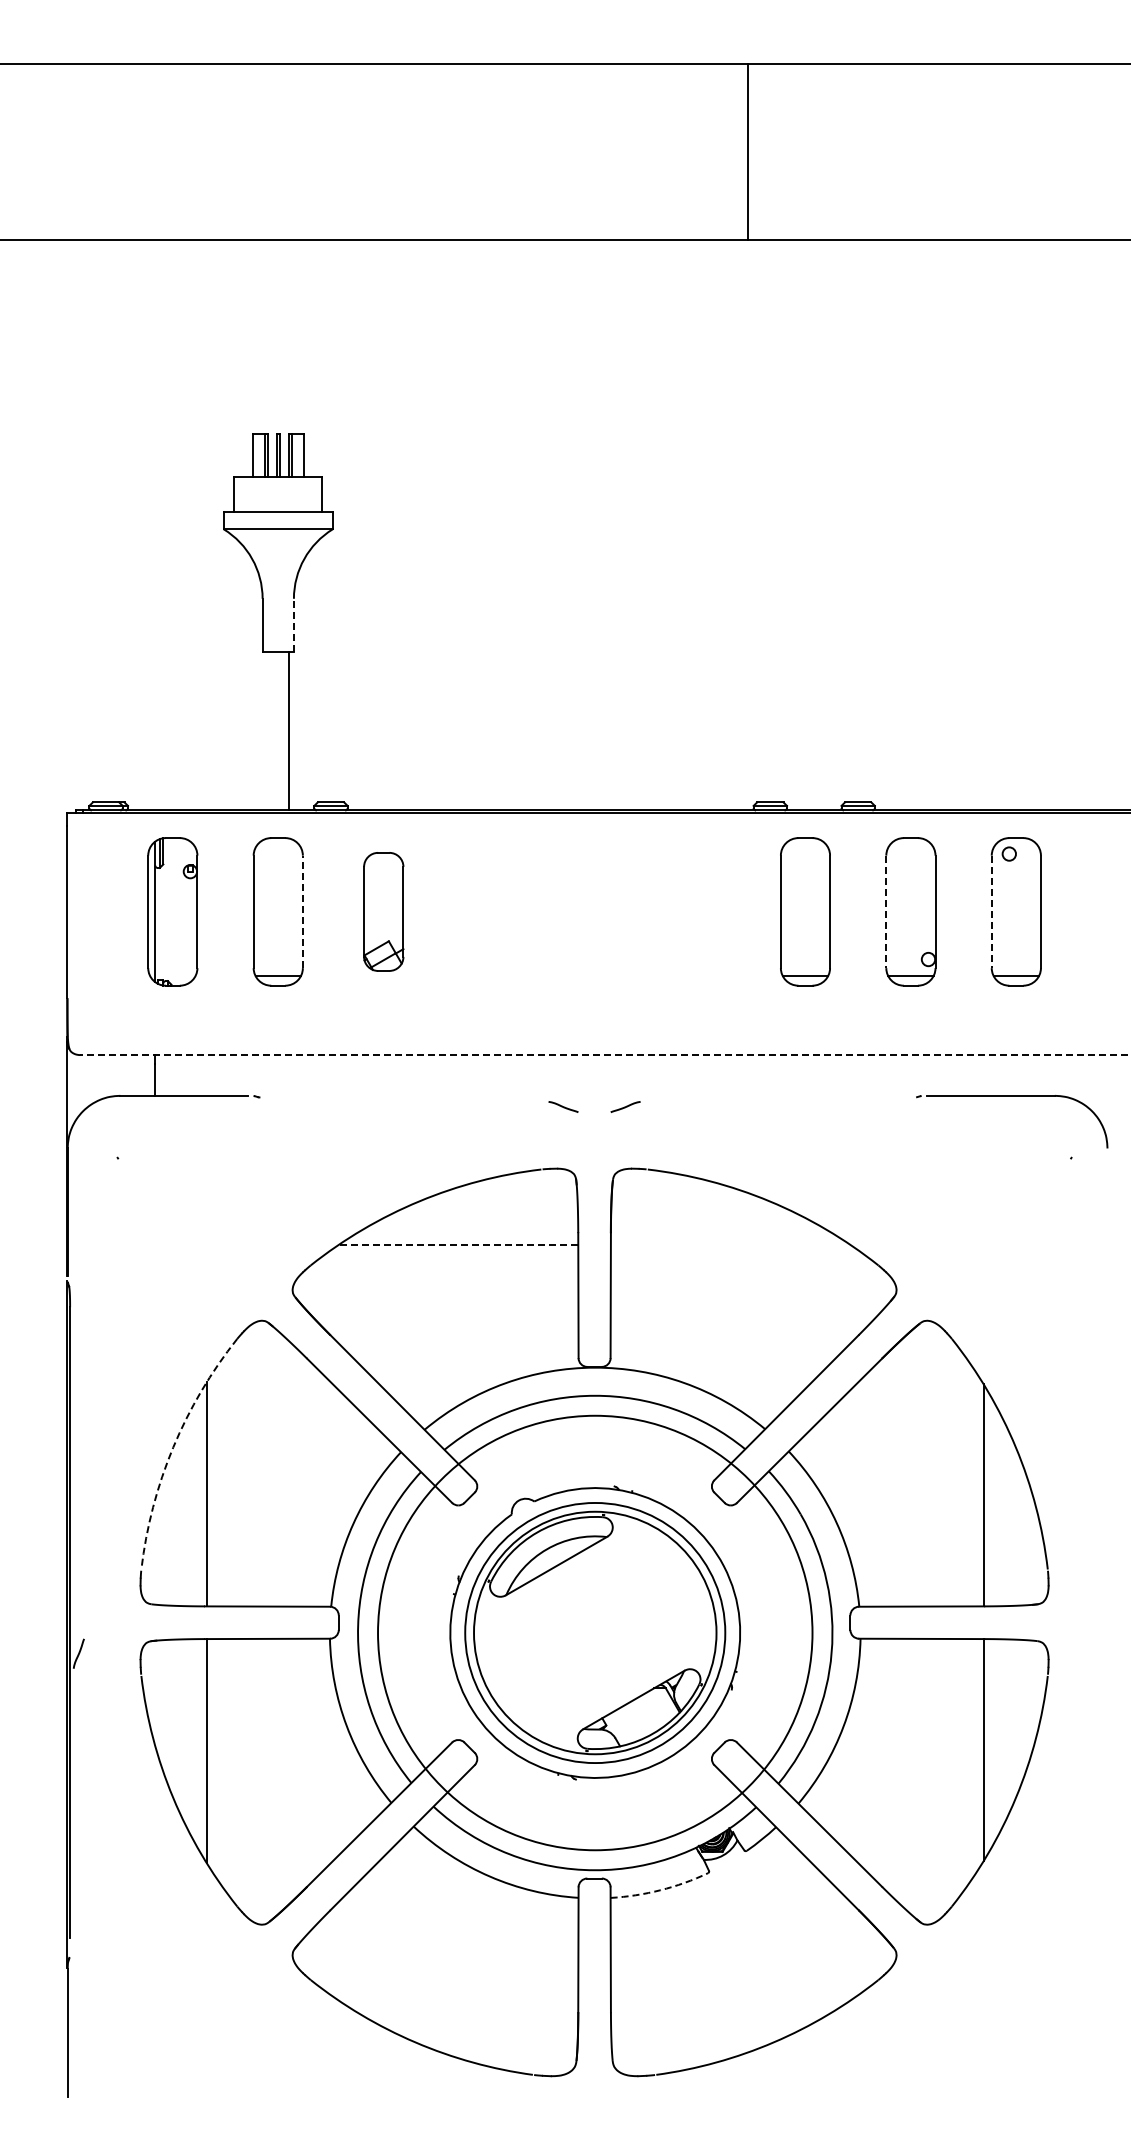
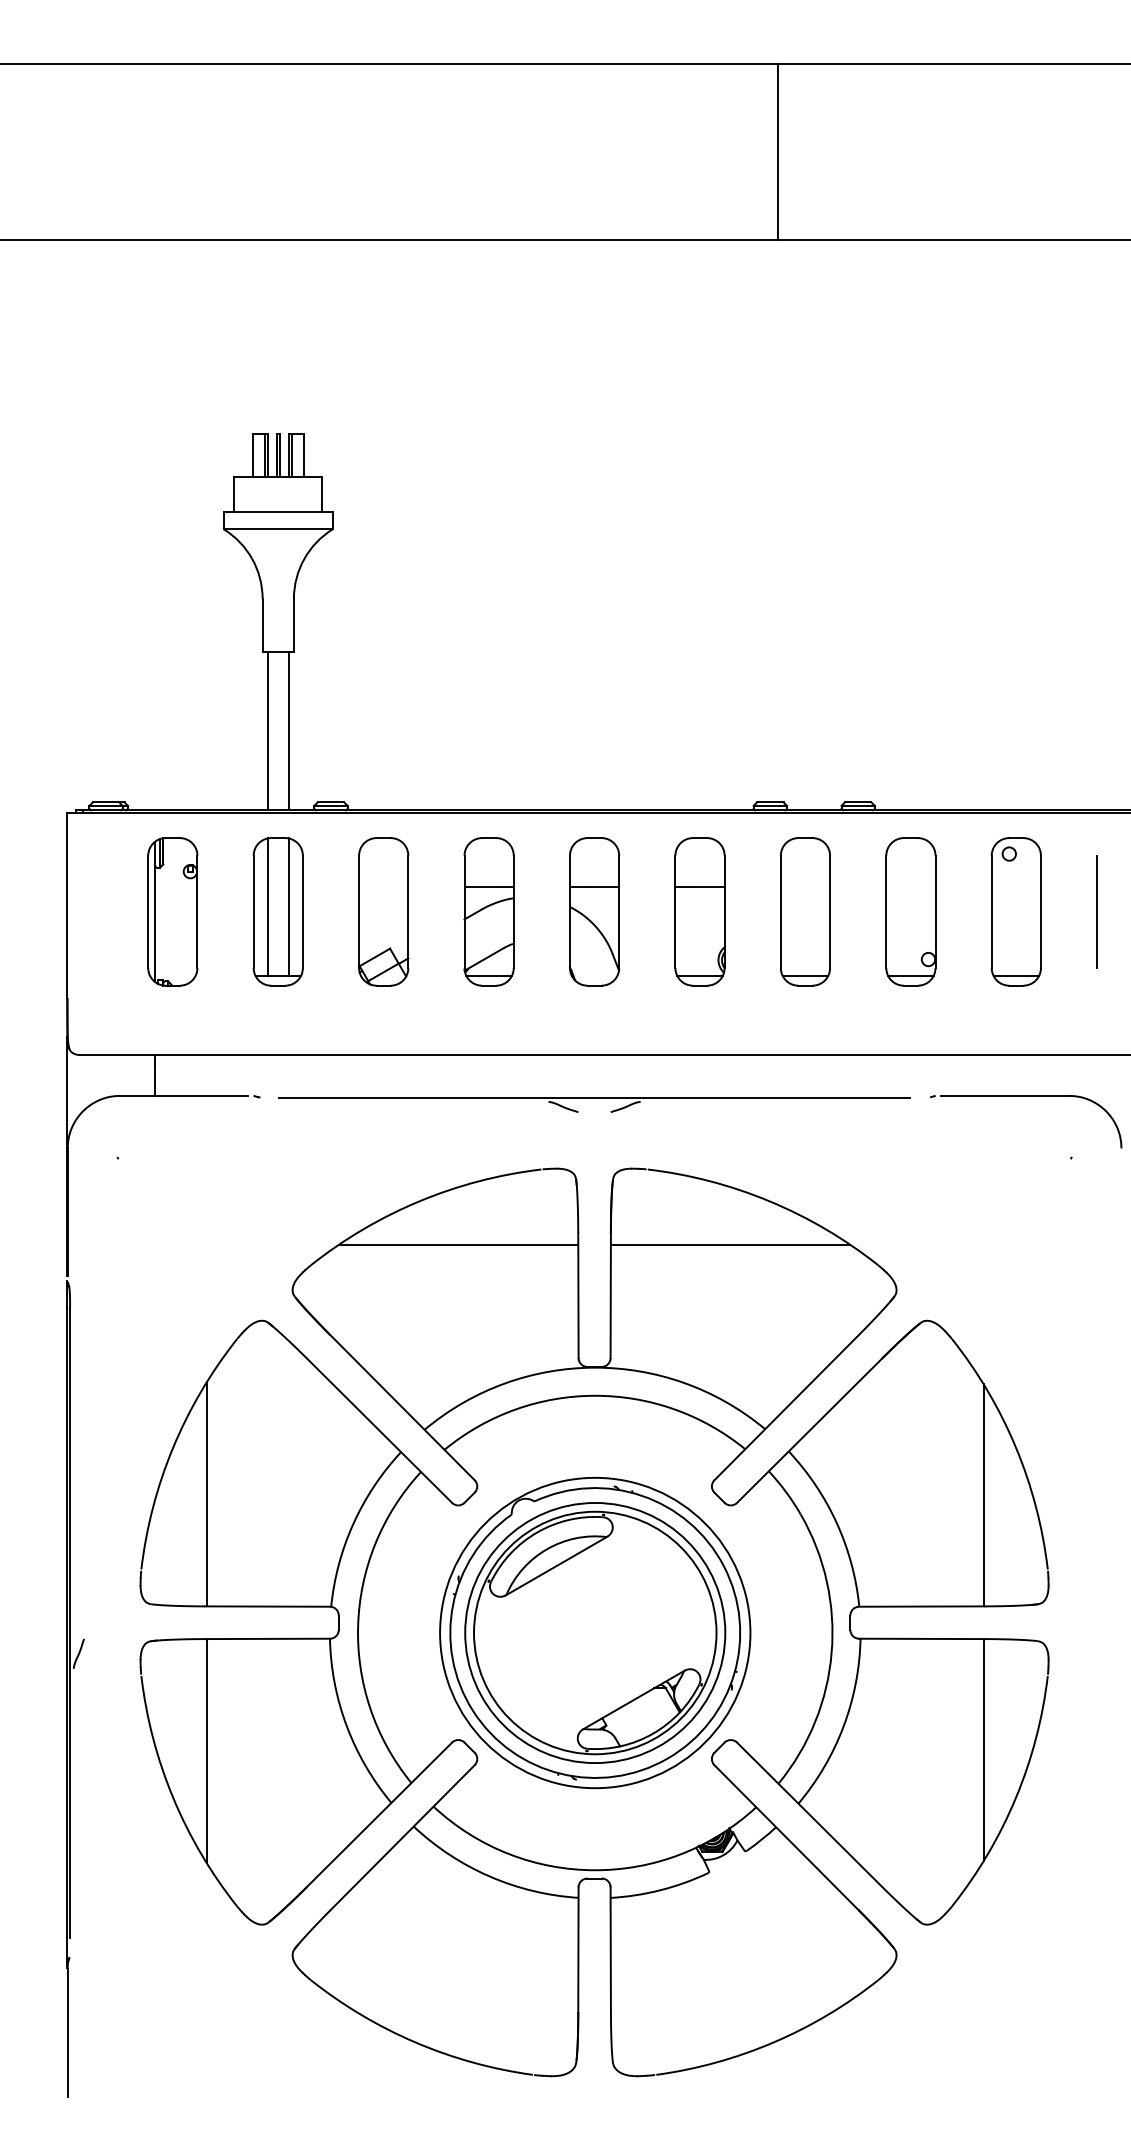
line at (748, 152) position: (748, 152) -> (778, 152)
line at (293, 625): dashed -> solid
line at (267, 731): none -> present
line at (267, 907): none -> present
line at (288, 907): none -> present
line at (302, 911): dashed -> solid
part at (383, 911) size: 42x120 px -> 52x150 px
part at (488, 911): none -> present
part at (594, 911): none -> present
part at (699, 911): none -> present
line at (1097, 911): none -> present
line at (886, 912): dashed -> solid
line at (991, 912): dashed -> solid
line at (605, 1055): dashed -> solid
part at (1012, 1096) position: (1012, 1096) -> (1026, 1096)
line at (594, 1098): none -> present
line at (458, 1244): dashed -> solid
line at (730, 1244): none -> present
arc at (173, 1447): dashed -> solid
circle at (595, 1632) diameter: 434 px -> 310 px
arc at (660, 1890): dashed -> solid
